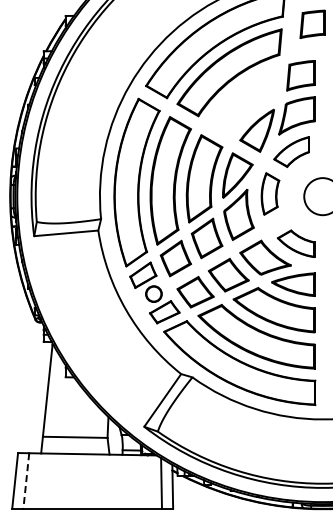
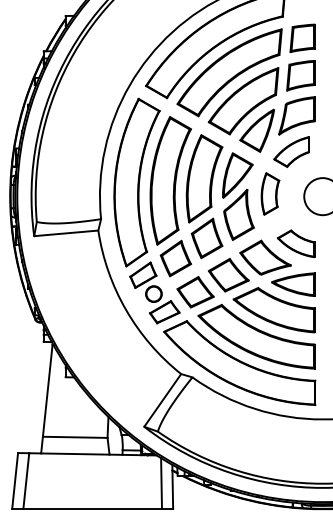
part at (312, 23) position: (312, 23) -> (302, 37)
part at (243, 101): none -> present
line at (26, 480): dashed -> solid
